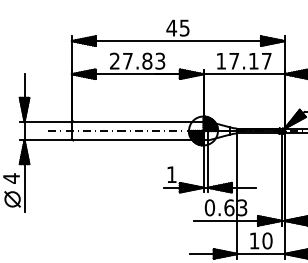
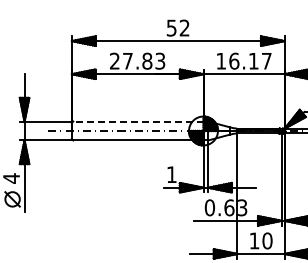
text at (177, 27): 45 -> 52
text at (234, 60): 17.17 -> 16.17
line at (137, 121): solid -> dashed
